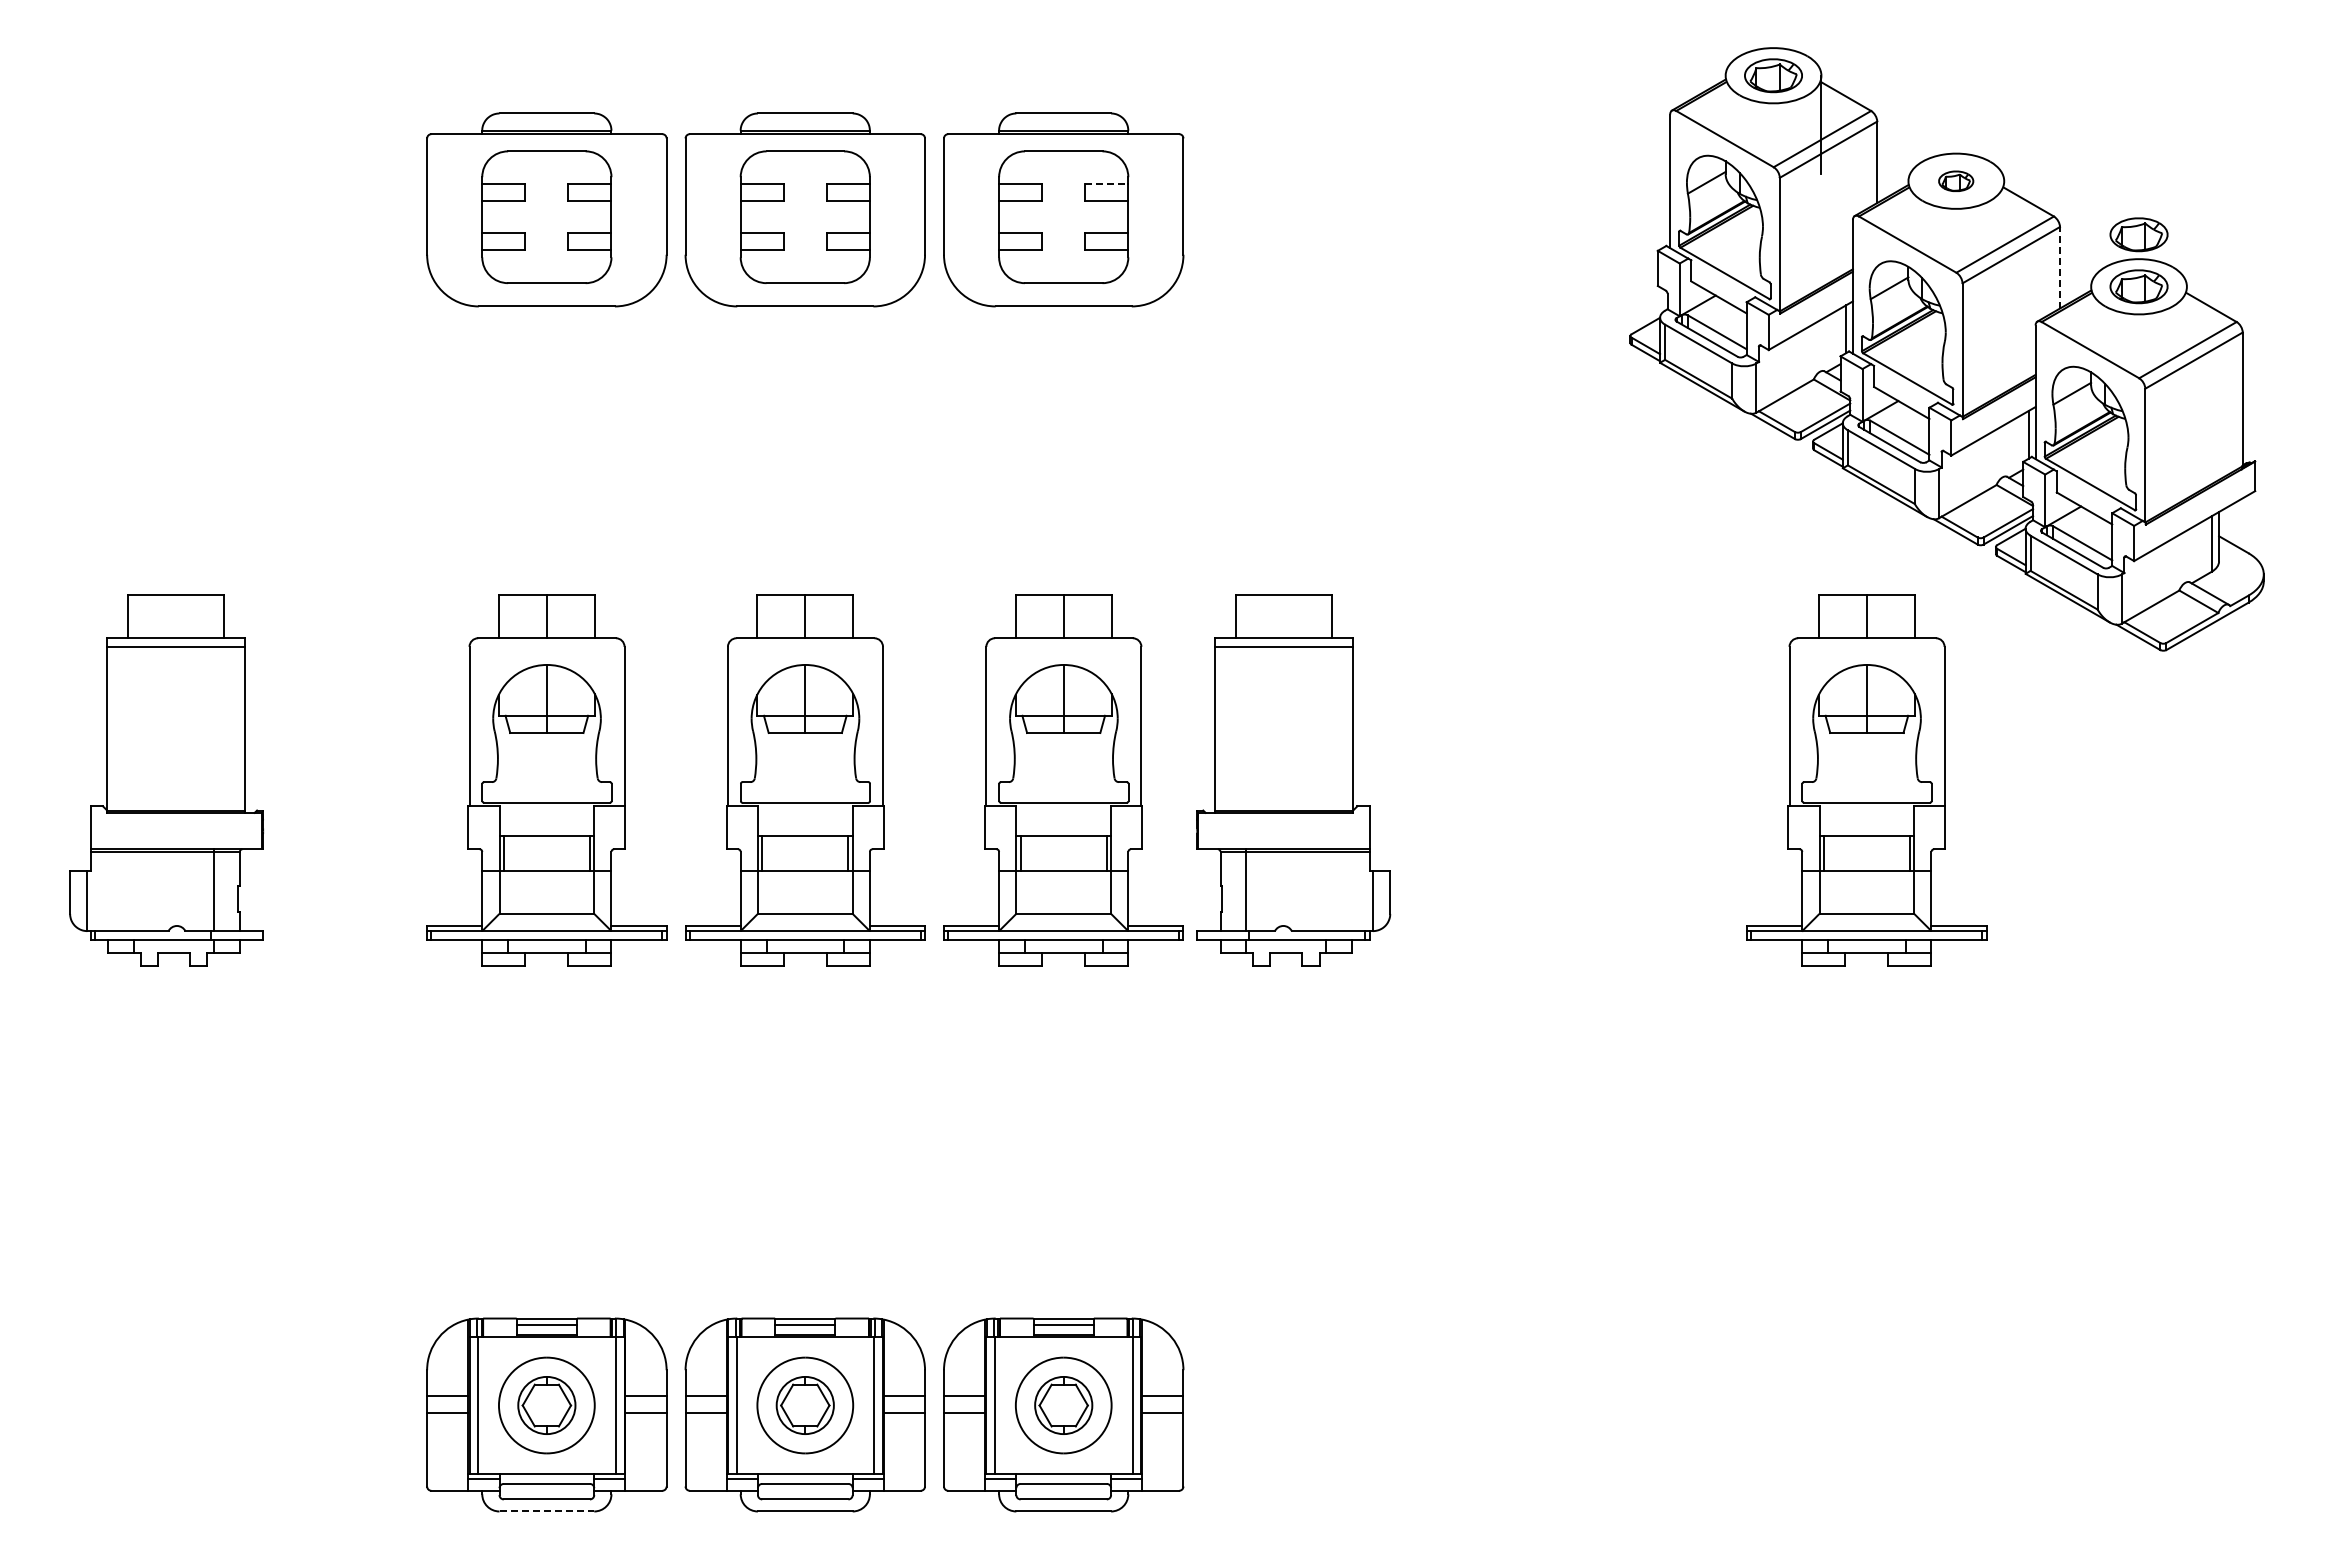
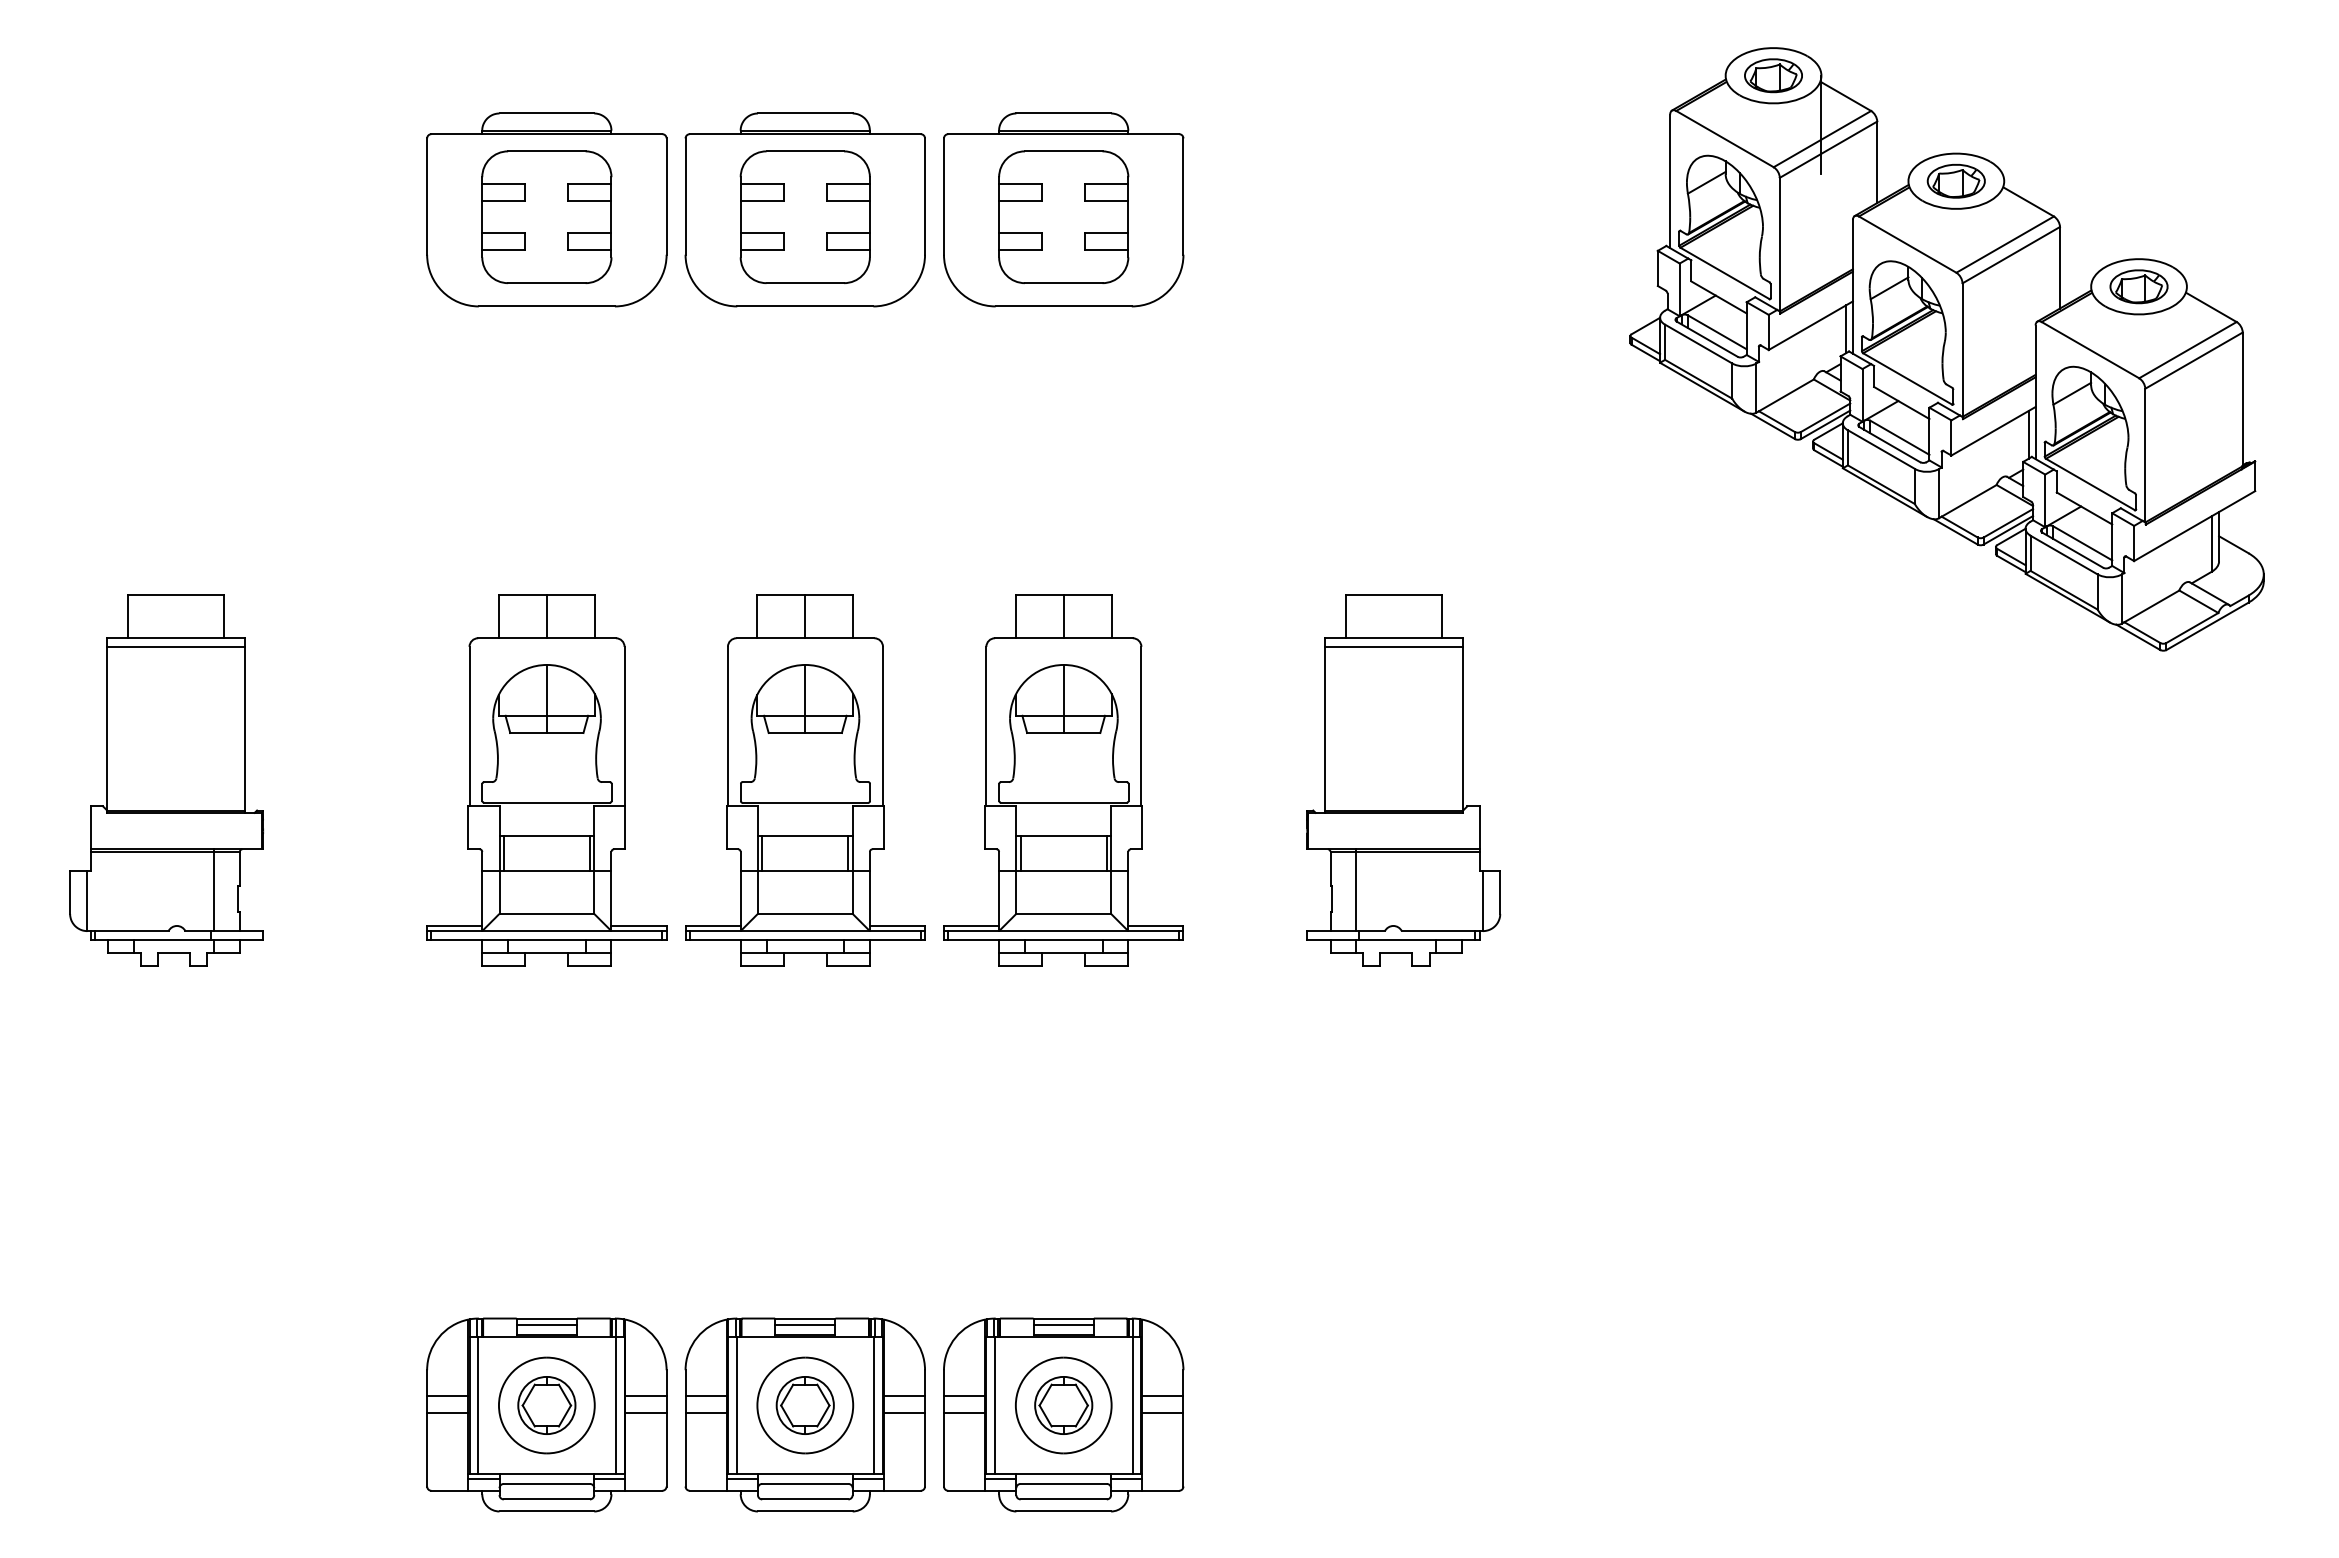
part at (1956, 180) size: 37x22 px -> 60x35 px
line at (1106, 184): dashed -> solid
part at (2138, 234): present -> none
line at (2059, 267): dashed -> solid
part at (1293, 780) position: (1293, 780) -> (1403, 780)
part at (1866, 780): present -> none
line at (547, 1511): dashed -> solid
